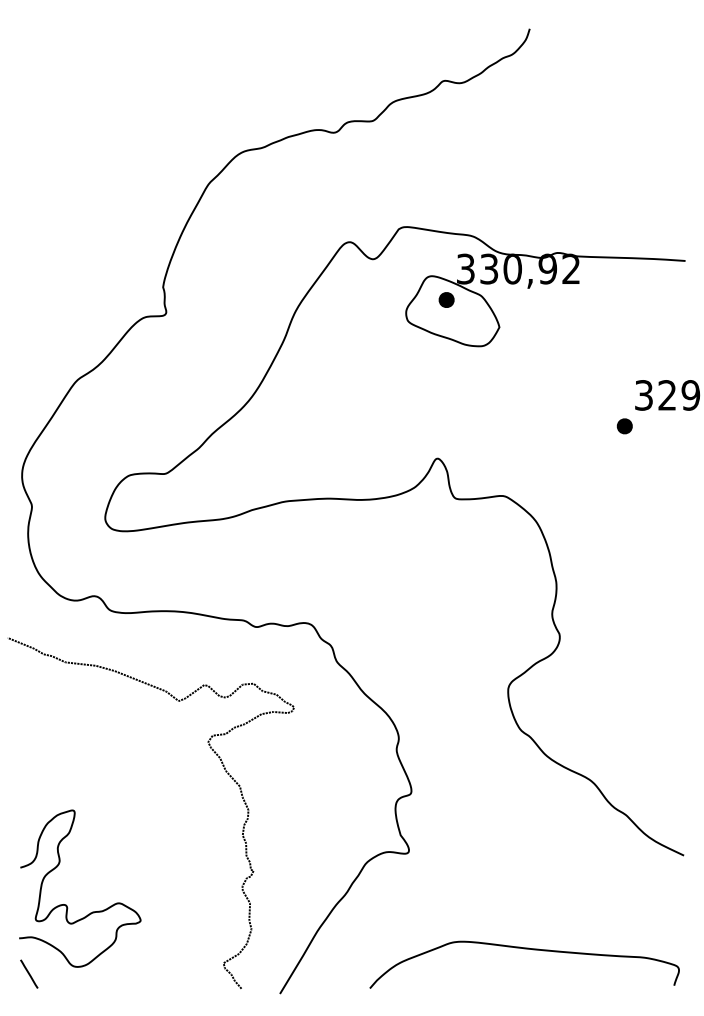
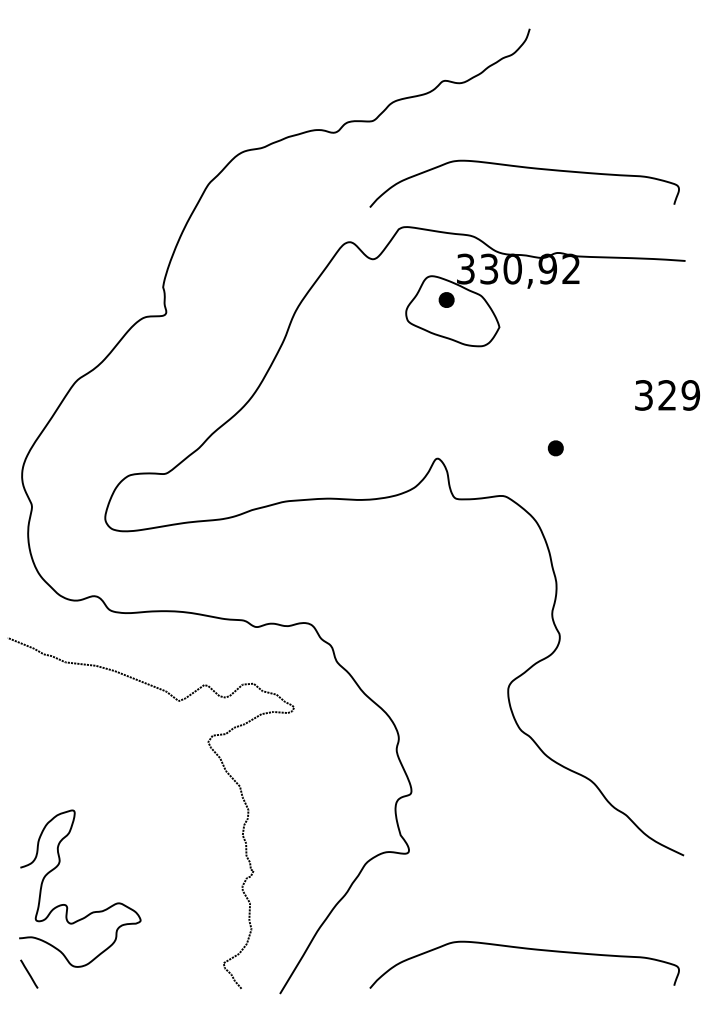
curve at (524, 168): none -> present
part at (624, 426) position: (624, 426) -> (555, 448)
